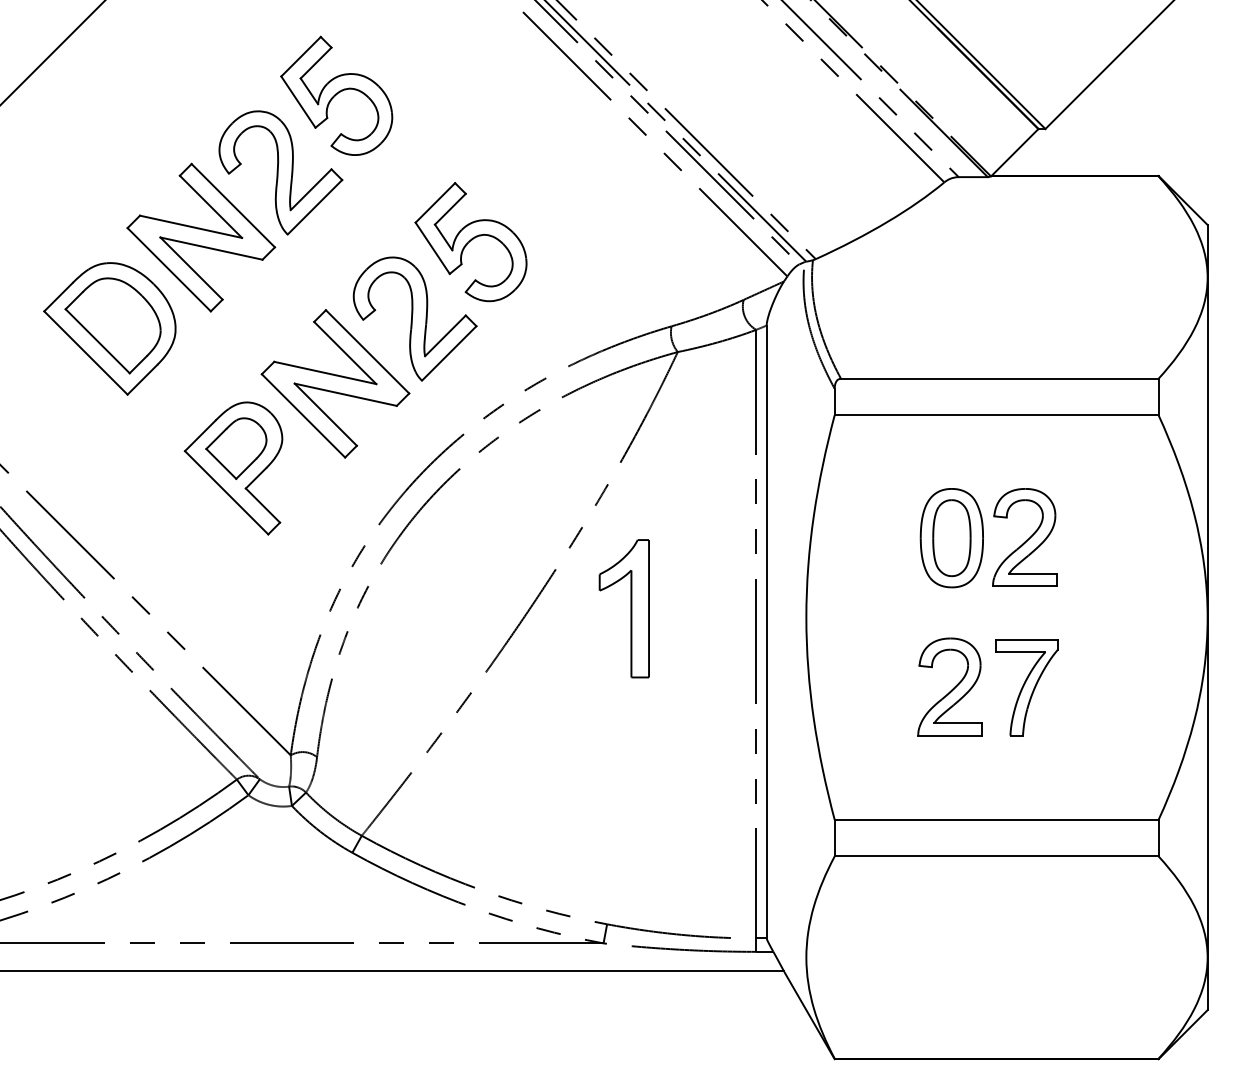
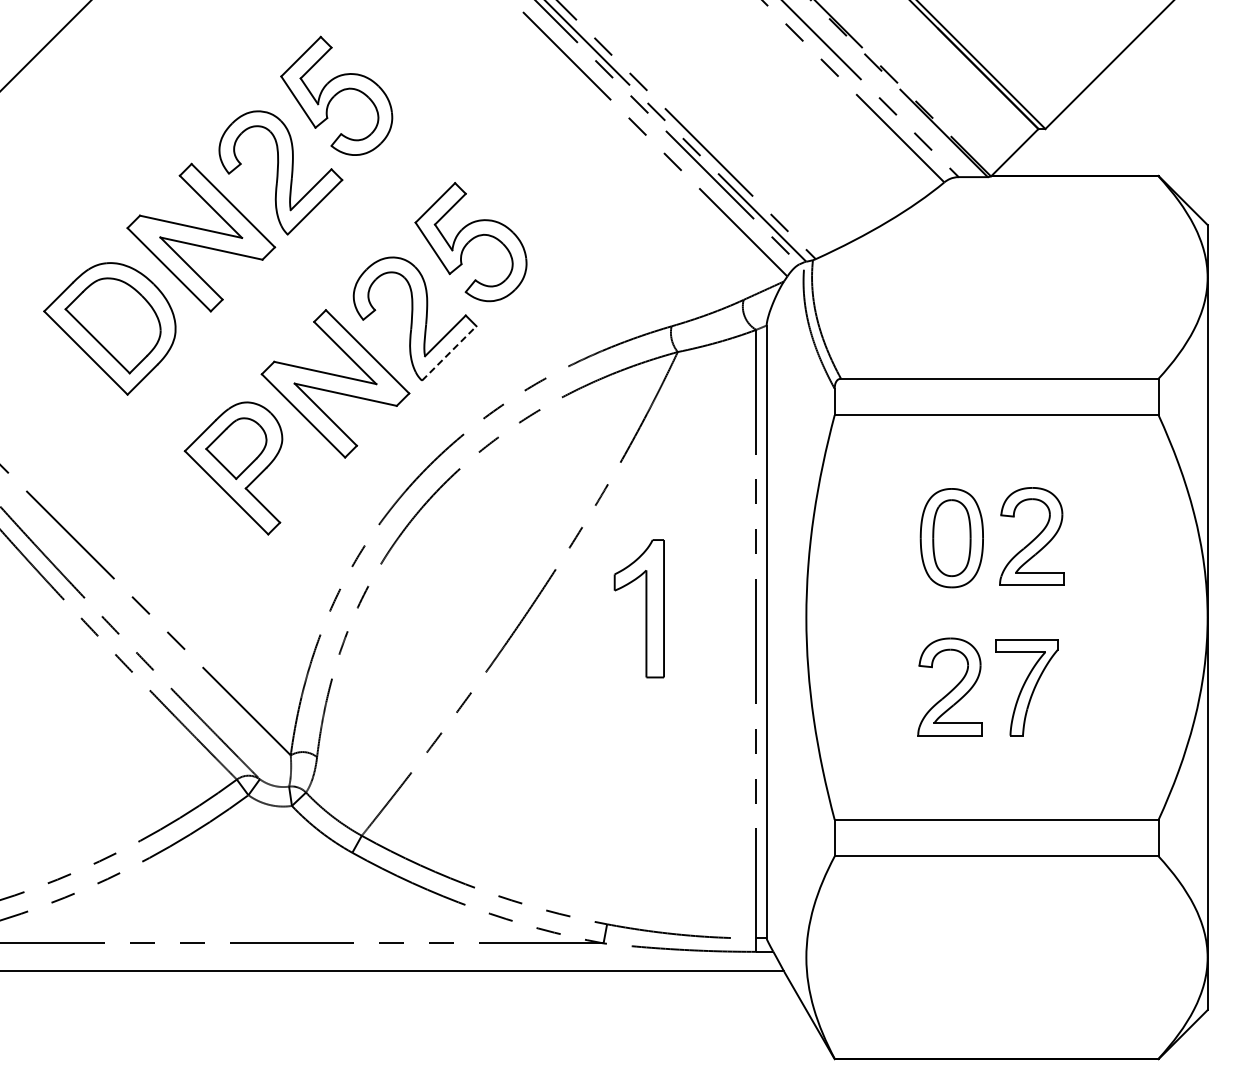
line at (52, 52) position: (52, 52) -> (45, 45)
line at (449, 353): solid -> dashed
part at (1024, 537) position: (1024, 537) -> (1031, 536)
part at (630, 608) position: (630, 608) -> (645, 608)
